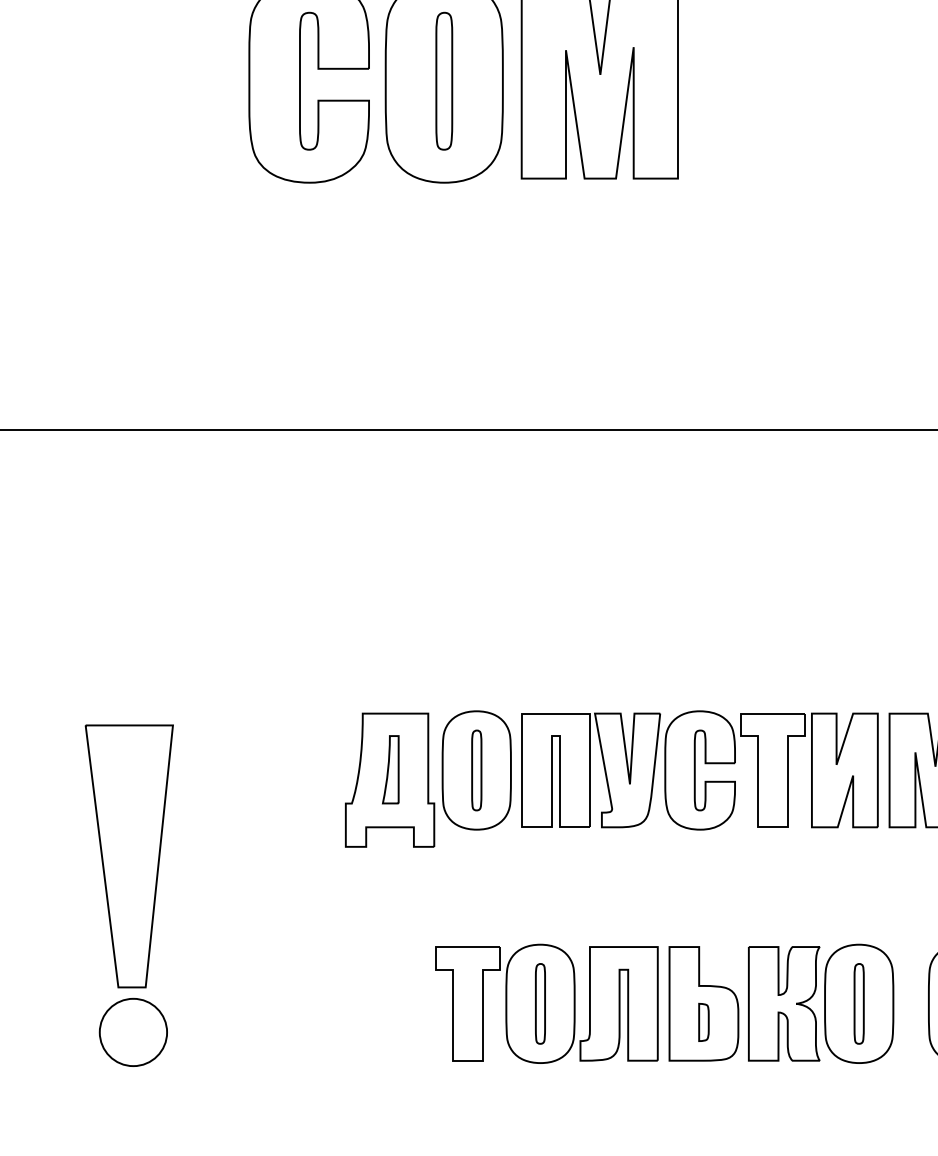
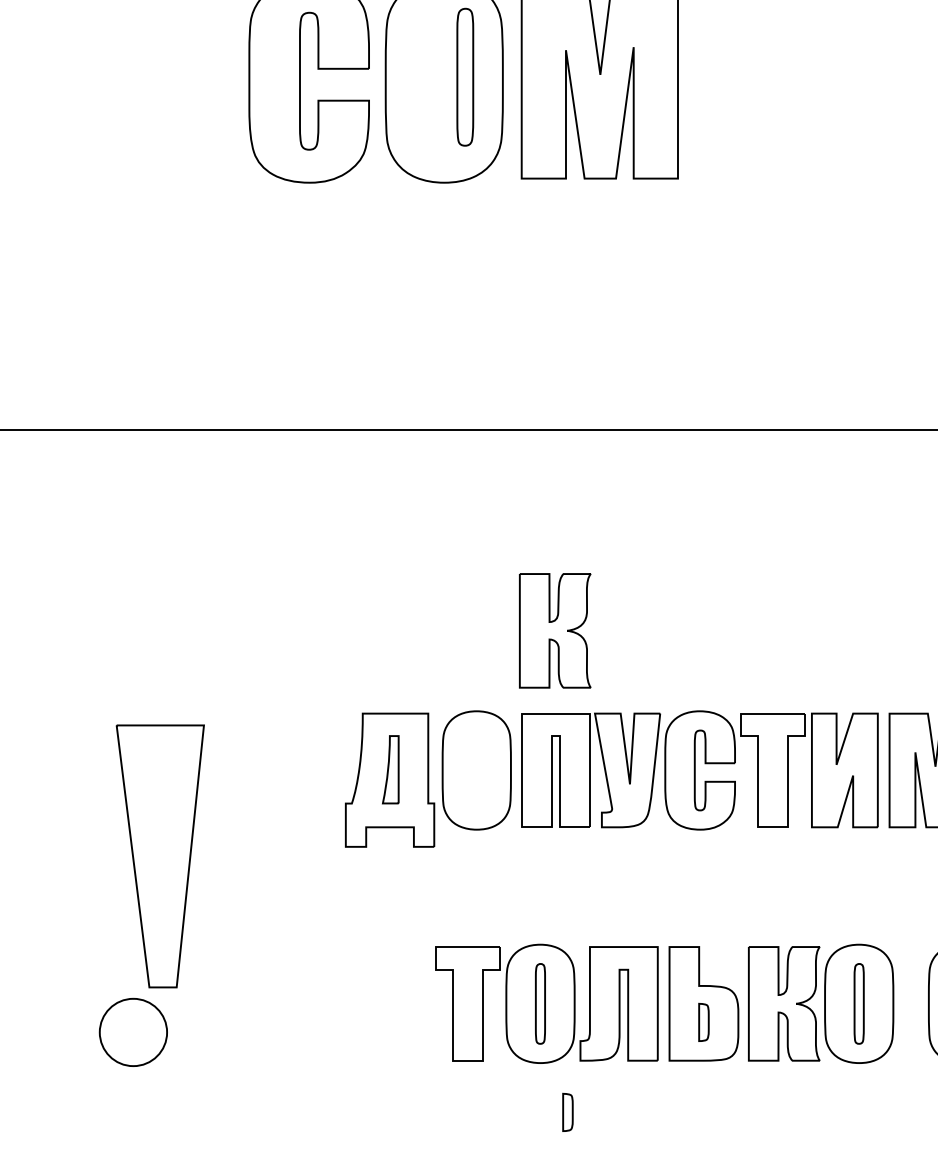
part at (444, 80) position: (444, 80) -> (465, 76)
part at (555, 630): none -> present
part at (476, 770): present -> none
part at (128, 856) position: (128, 856) -> (159, 856)
part at (567, 1111): none -> present
